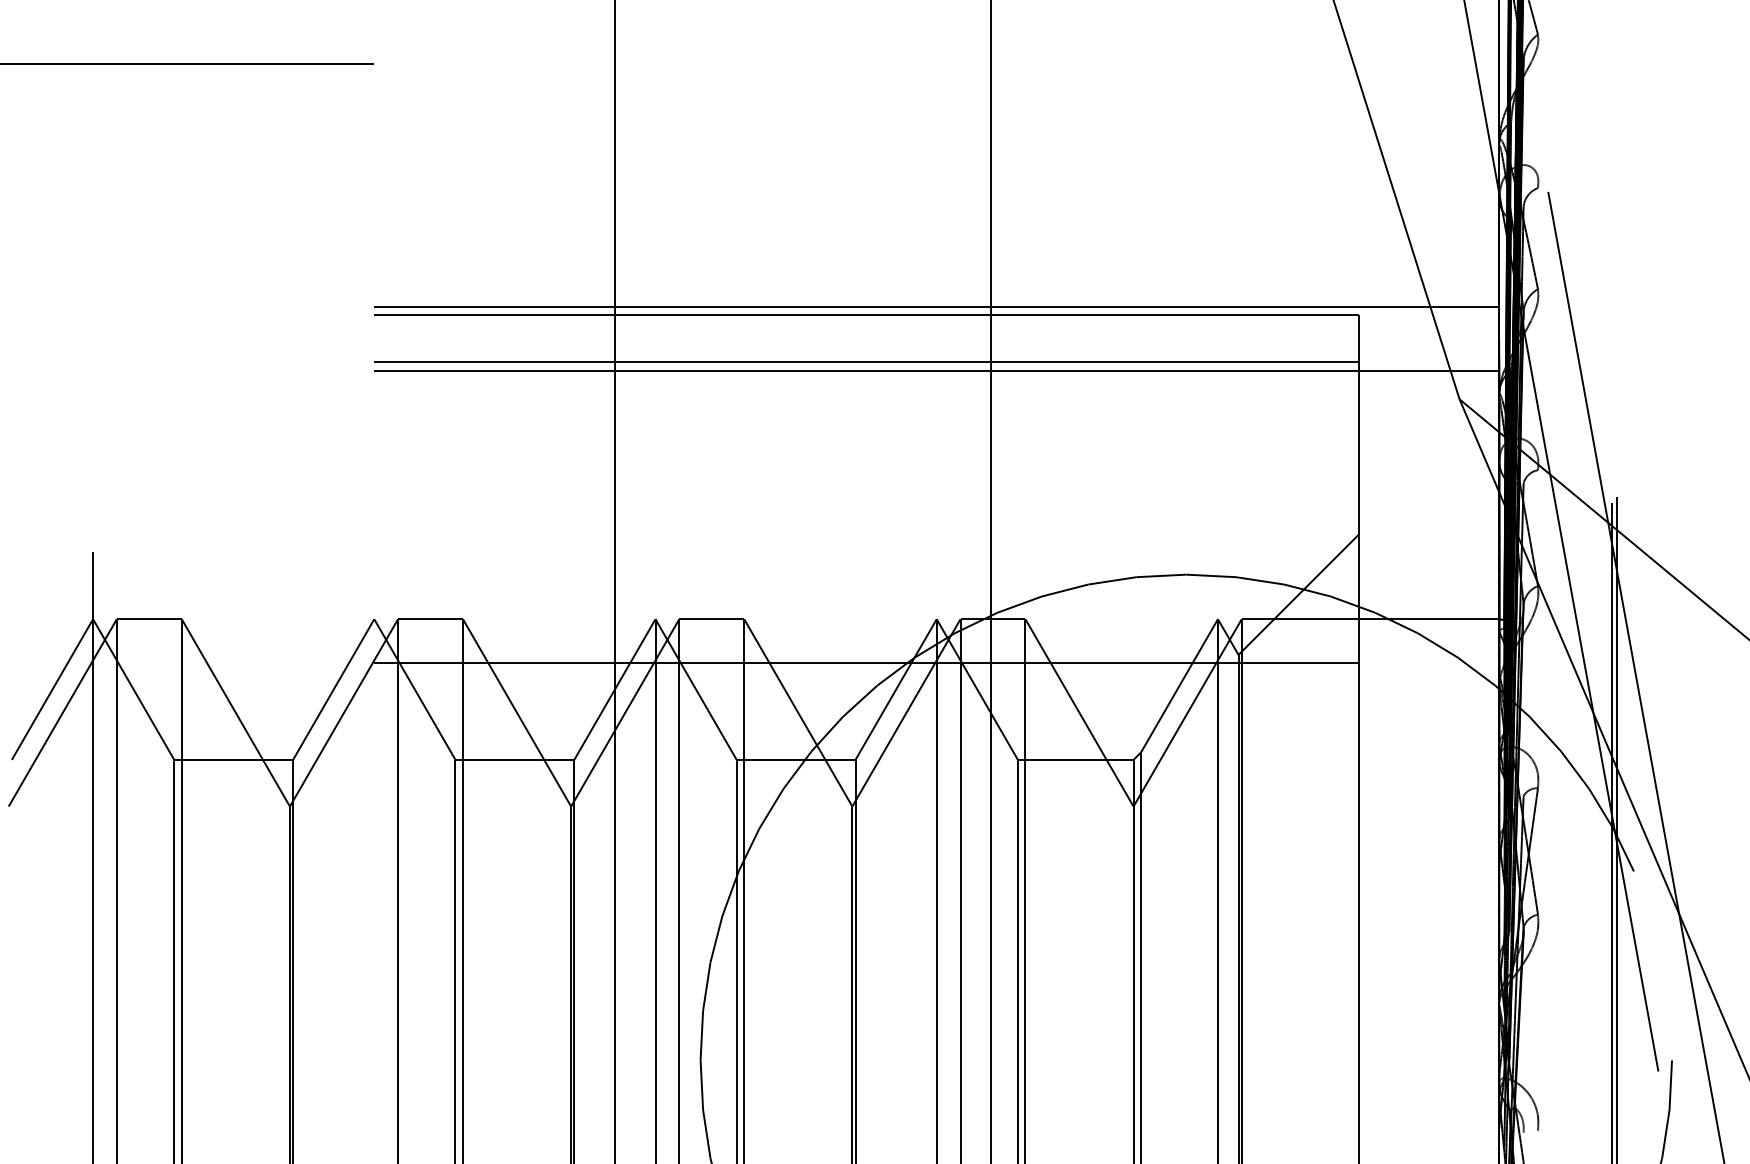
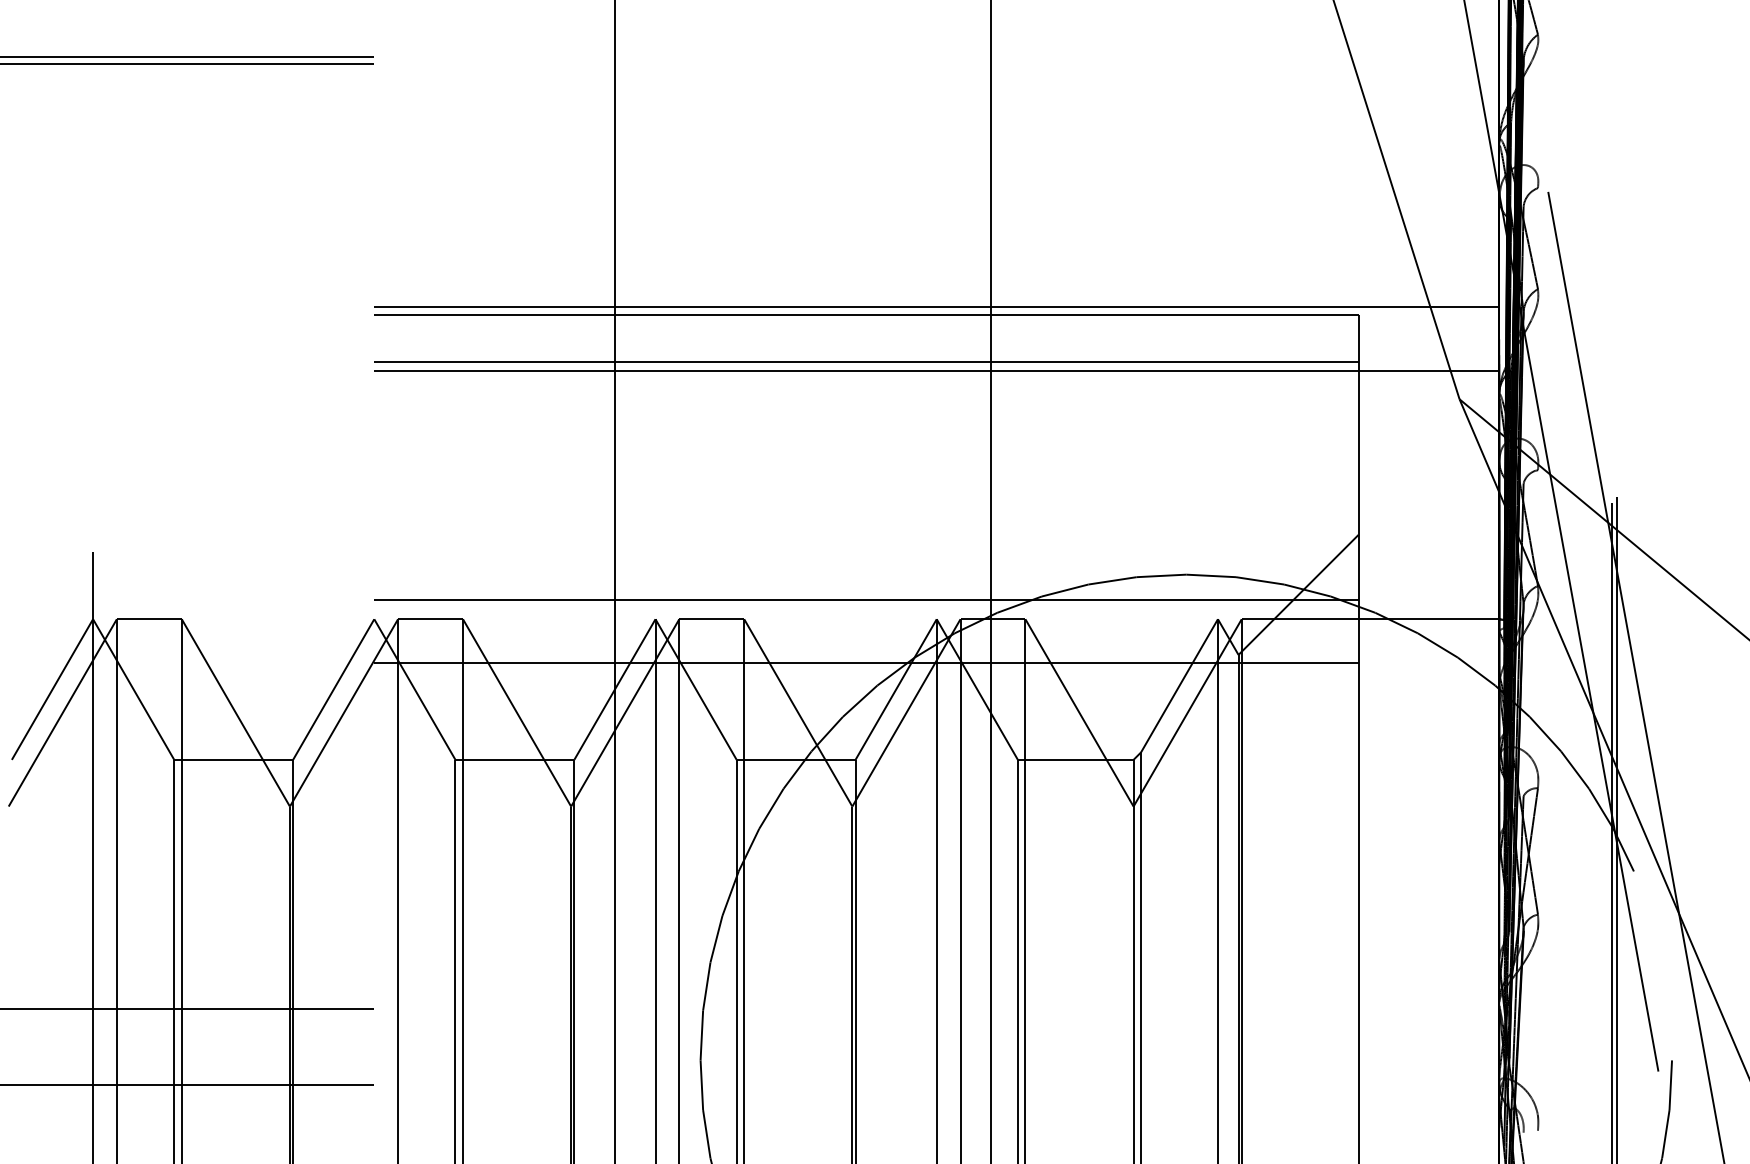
line at (188, 56): none -> present
line at (866, 599): none -> present
line at (188, 1009): none -> present
line at (188, 1084): none -> present
